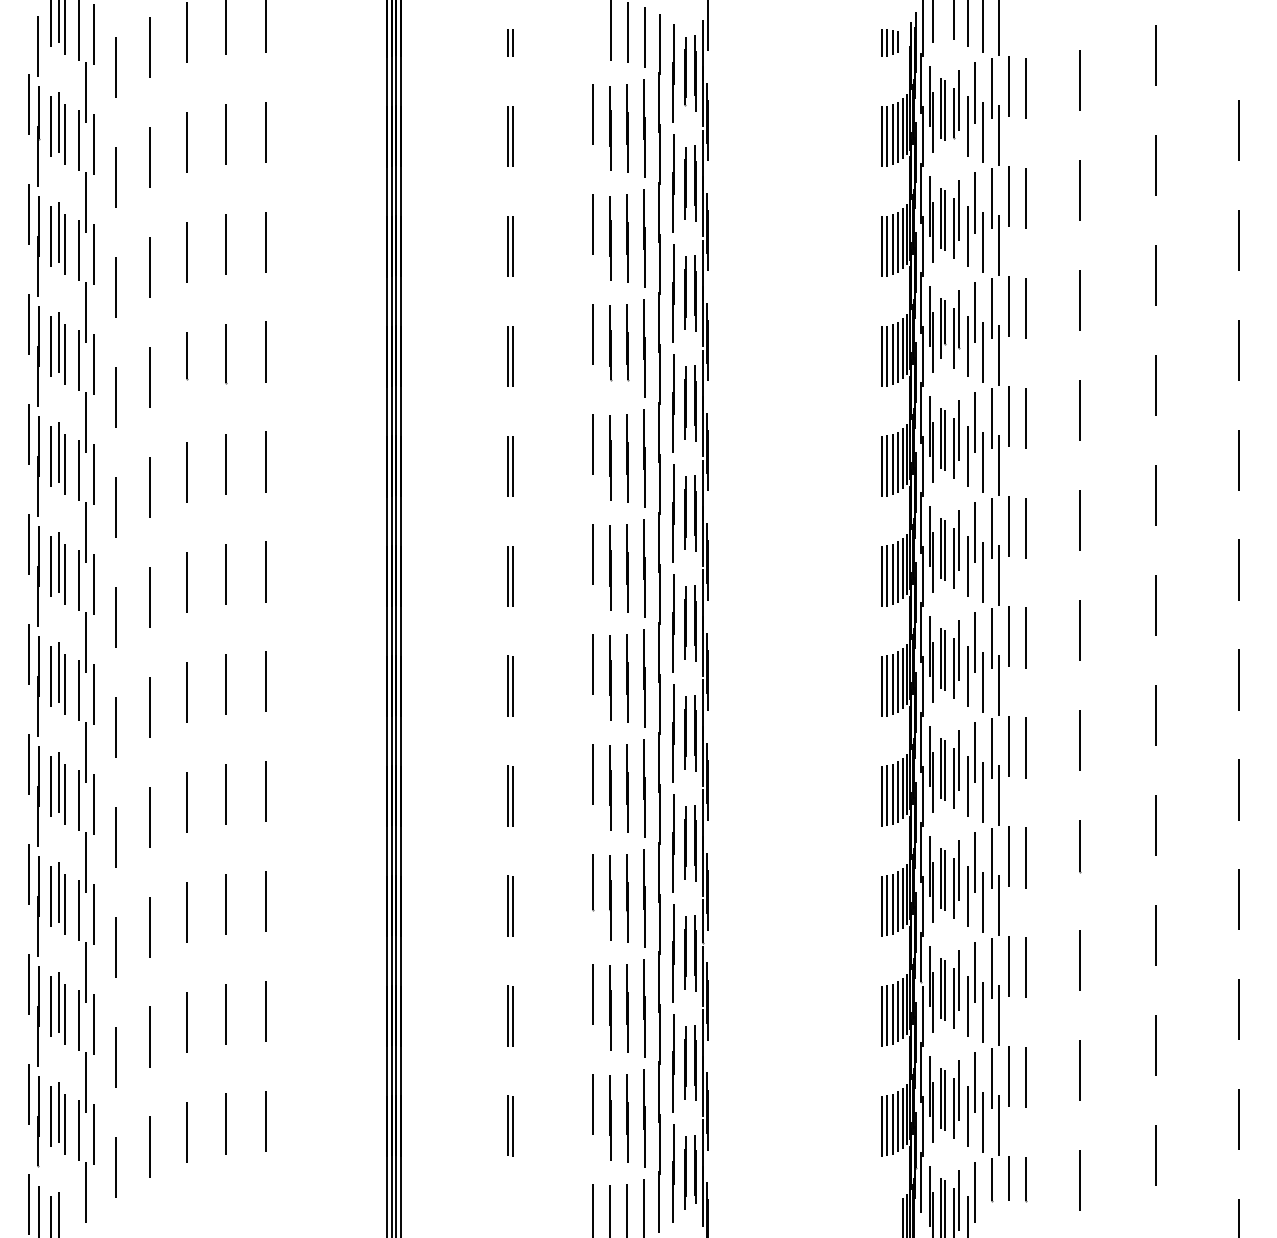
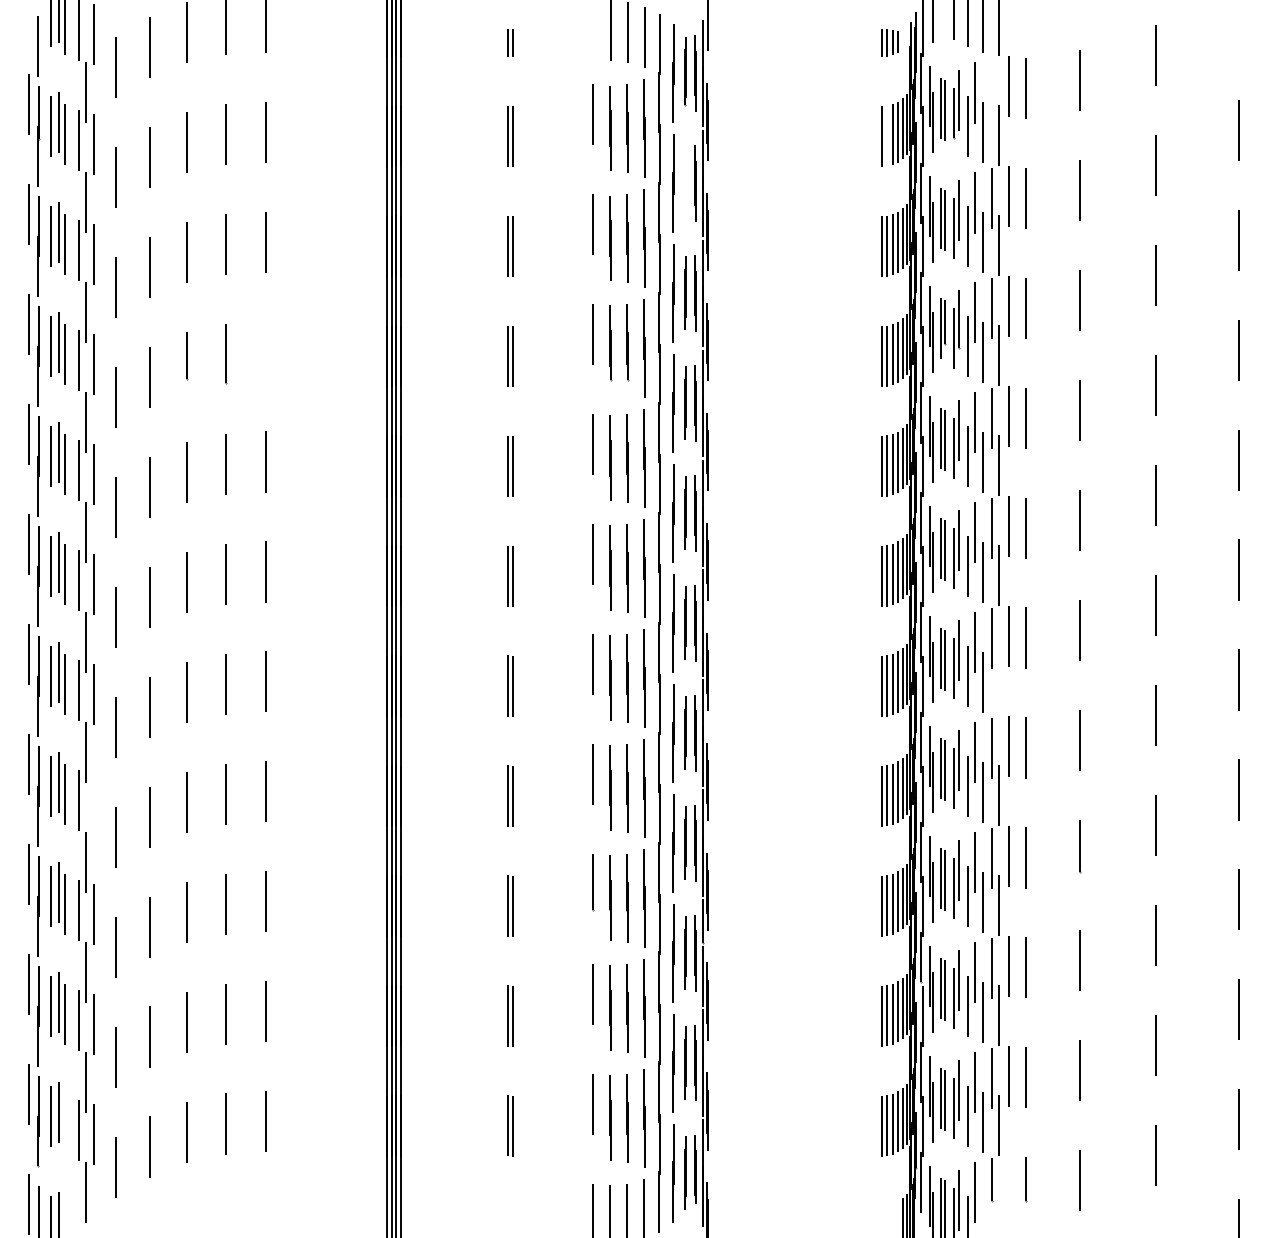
line at (991, 87): present -> none
line at (887, 135): present -> none
line at (685, 183): present -> none
line at (265, 351): present -> none
line at (998, 684): present -> none
line at (94, 803): present -> none
line at (64, 1124): present -> none
line at (1008, 1178): present -> none
